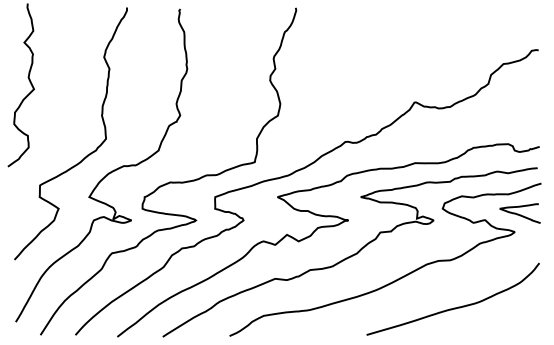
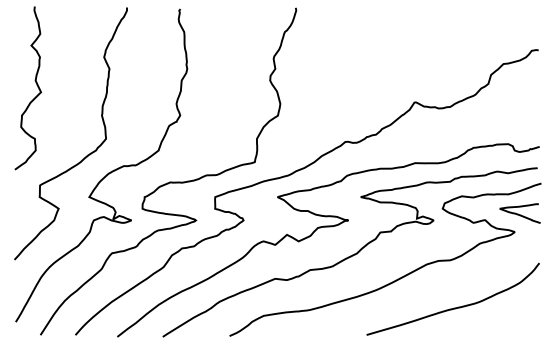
curve at (28, 80) position: (28, 80) -> (35, 83)
